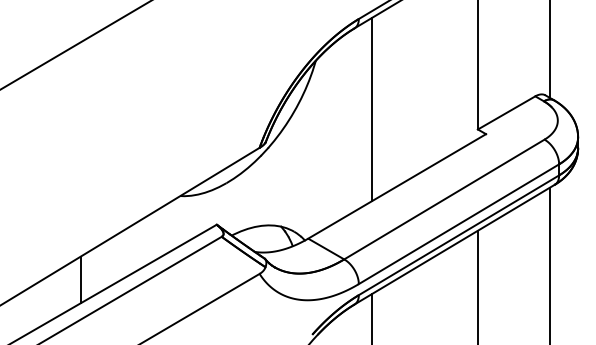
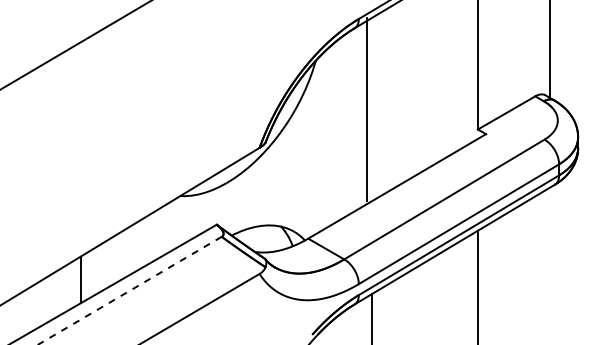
line at (372, 108) position: (372, 108) -> (367, 108)
line at (549, 264): present -> none
line at (129, 290): solid -> dashed
